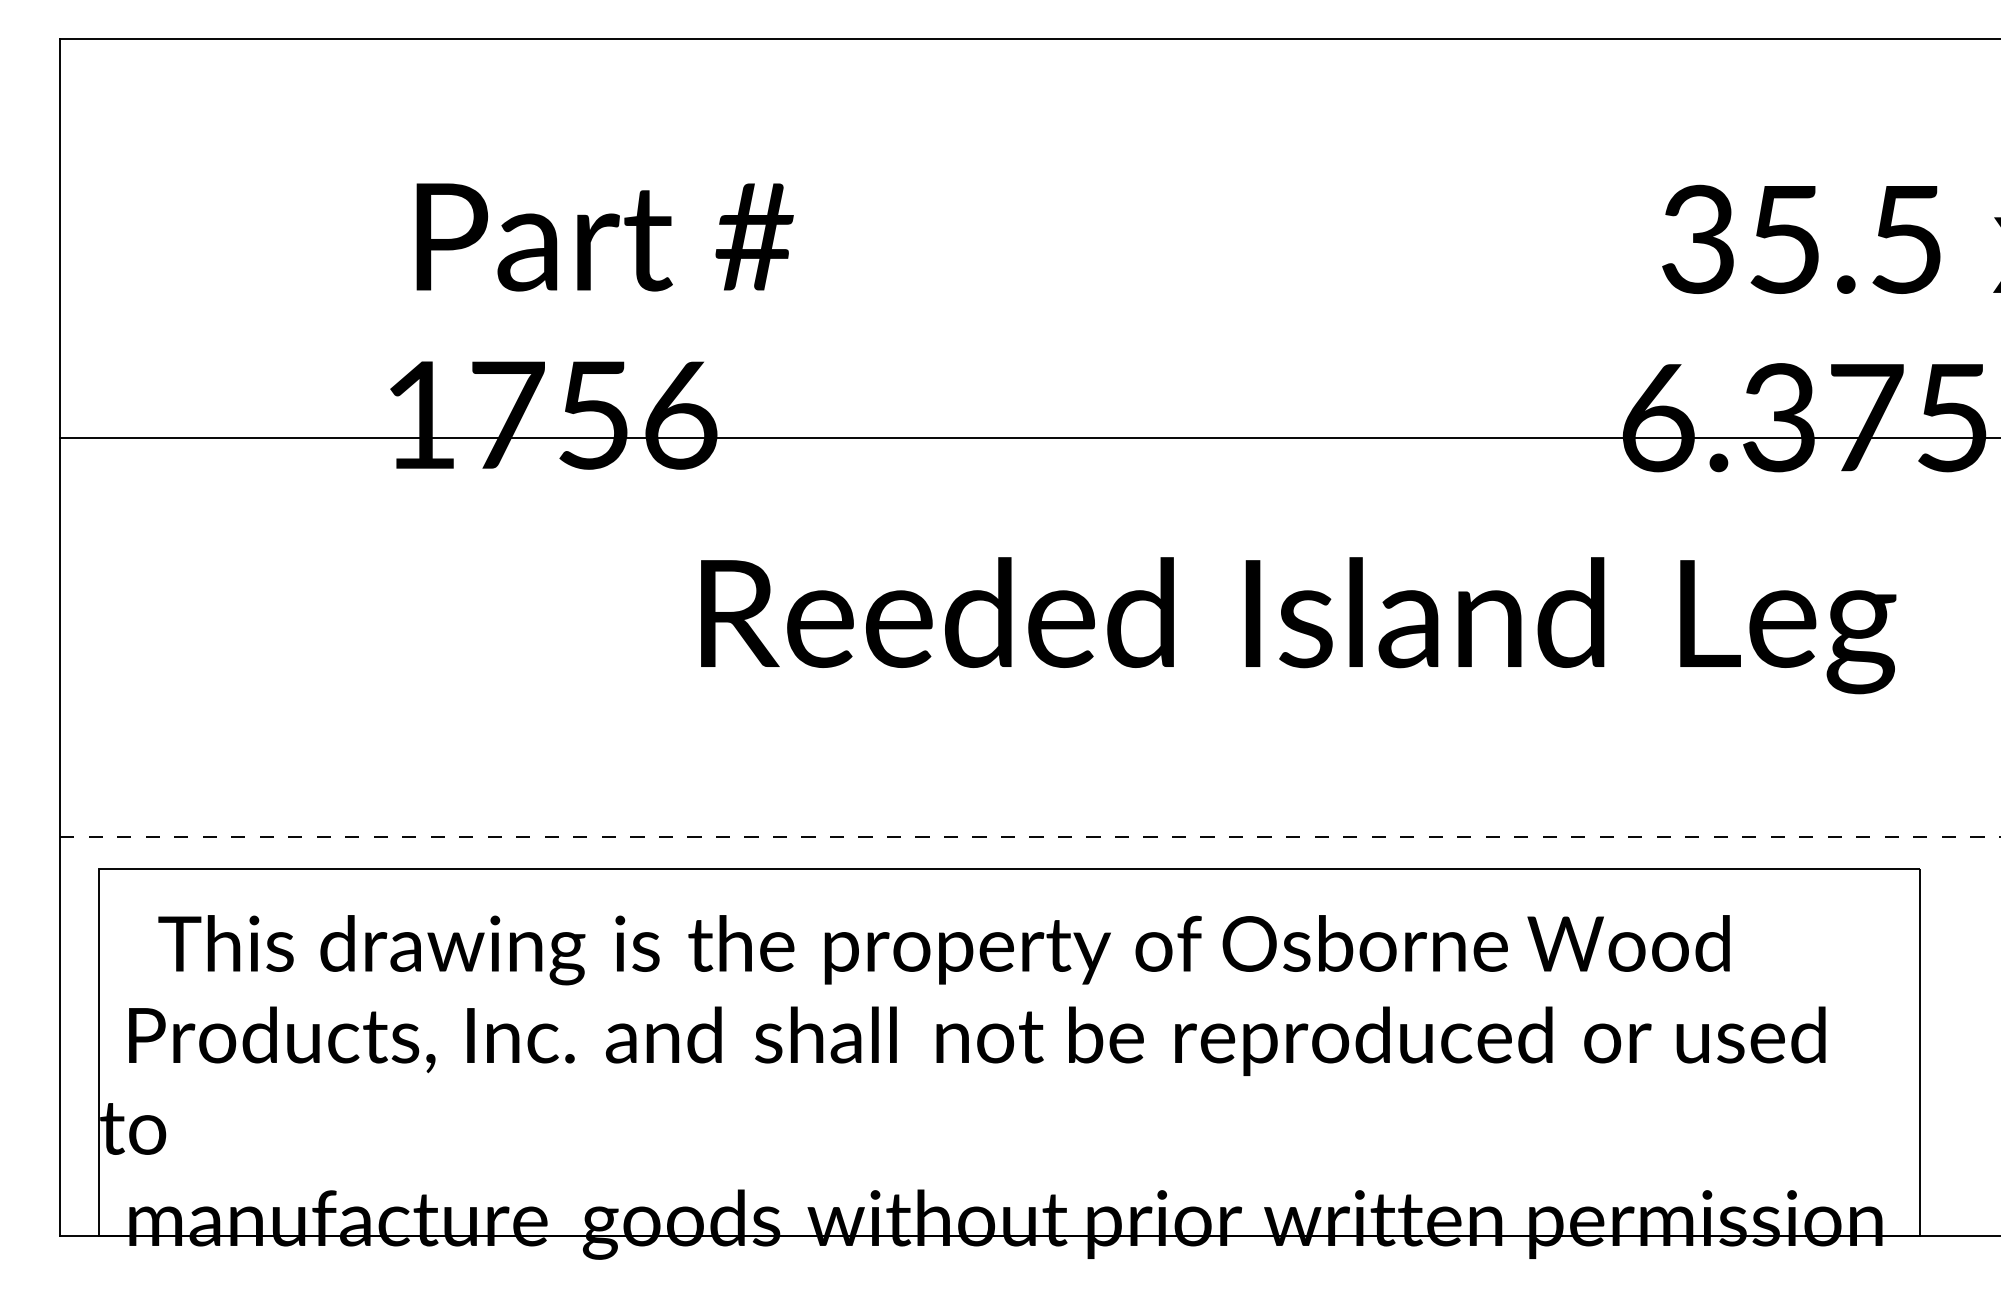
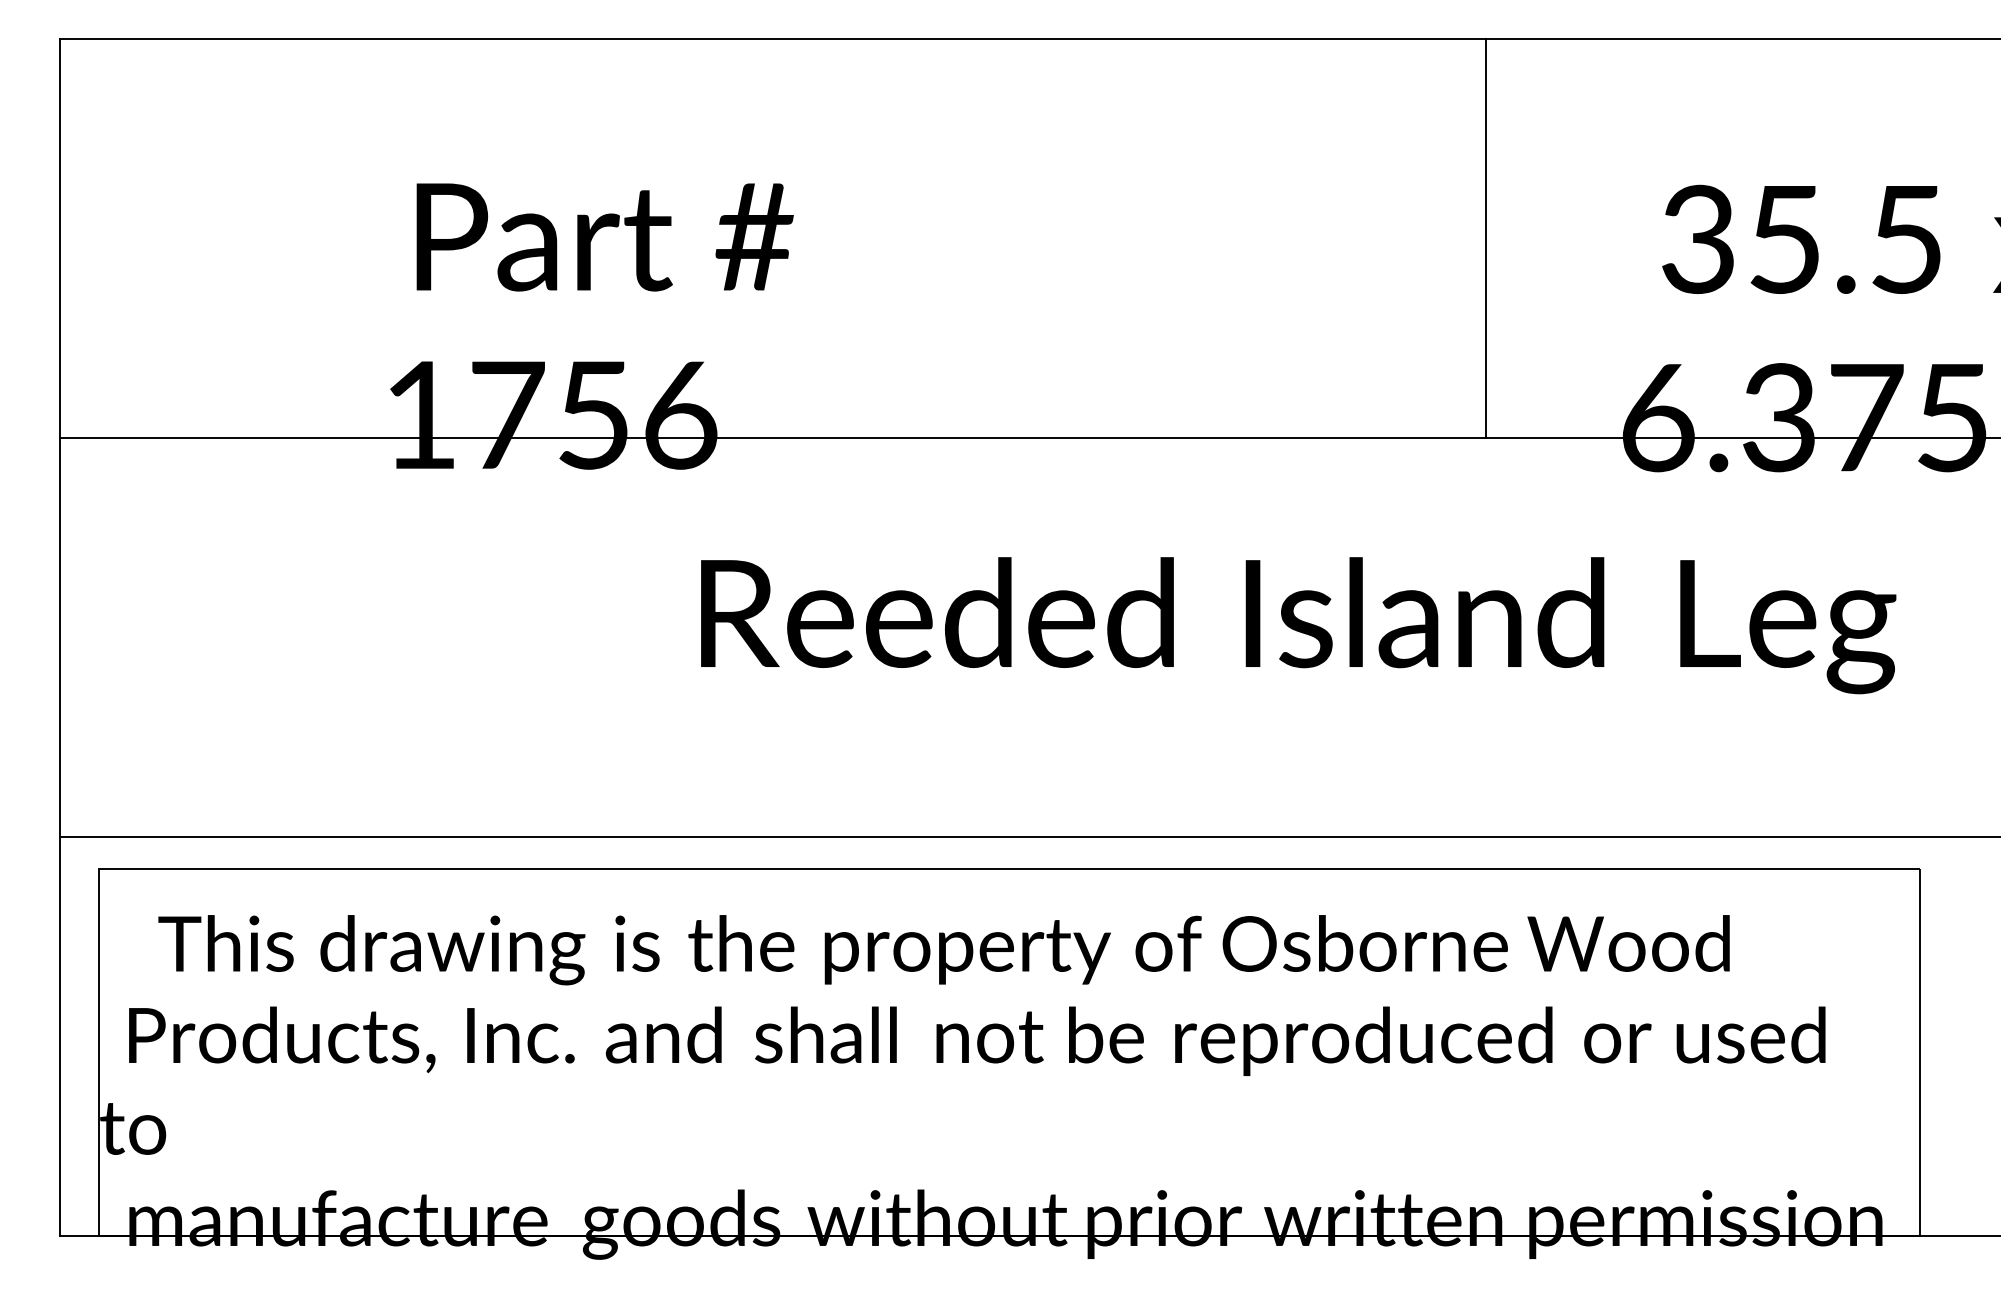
line at (1485, 238): none -> present
line at (1030, 837): dashed -> solid
